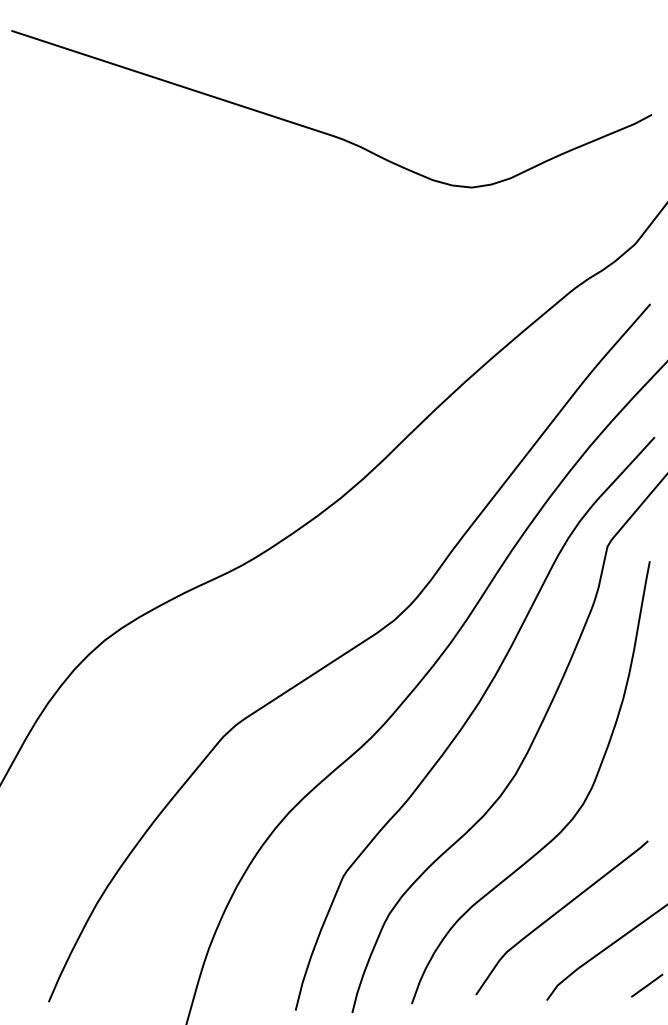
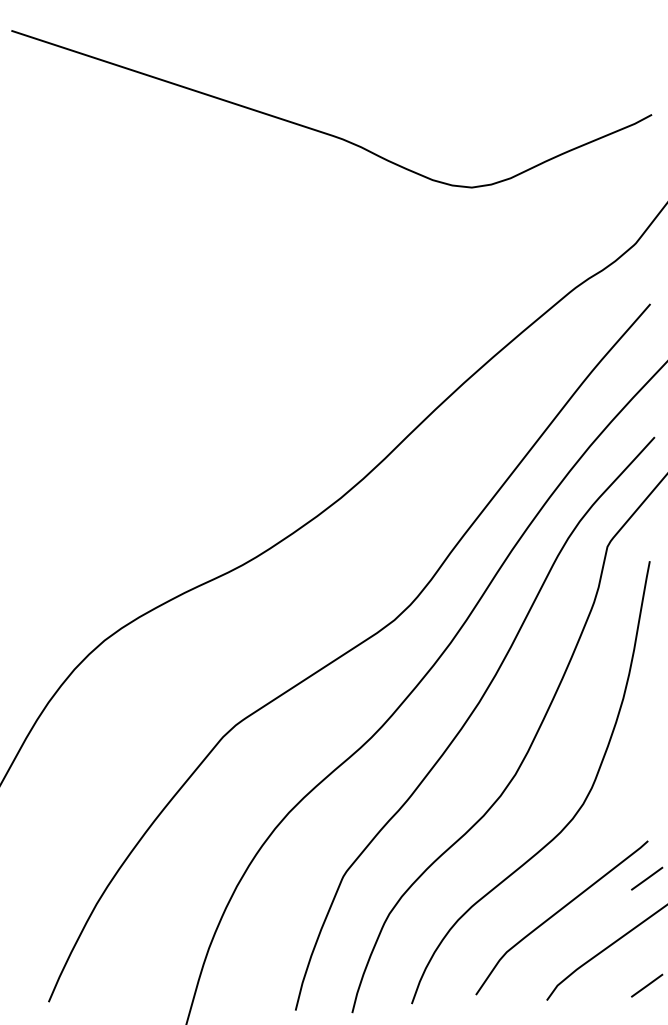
line at (647, 878): none -> present
